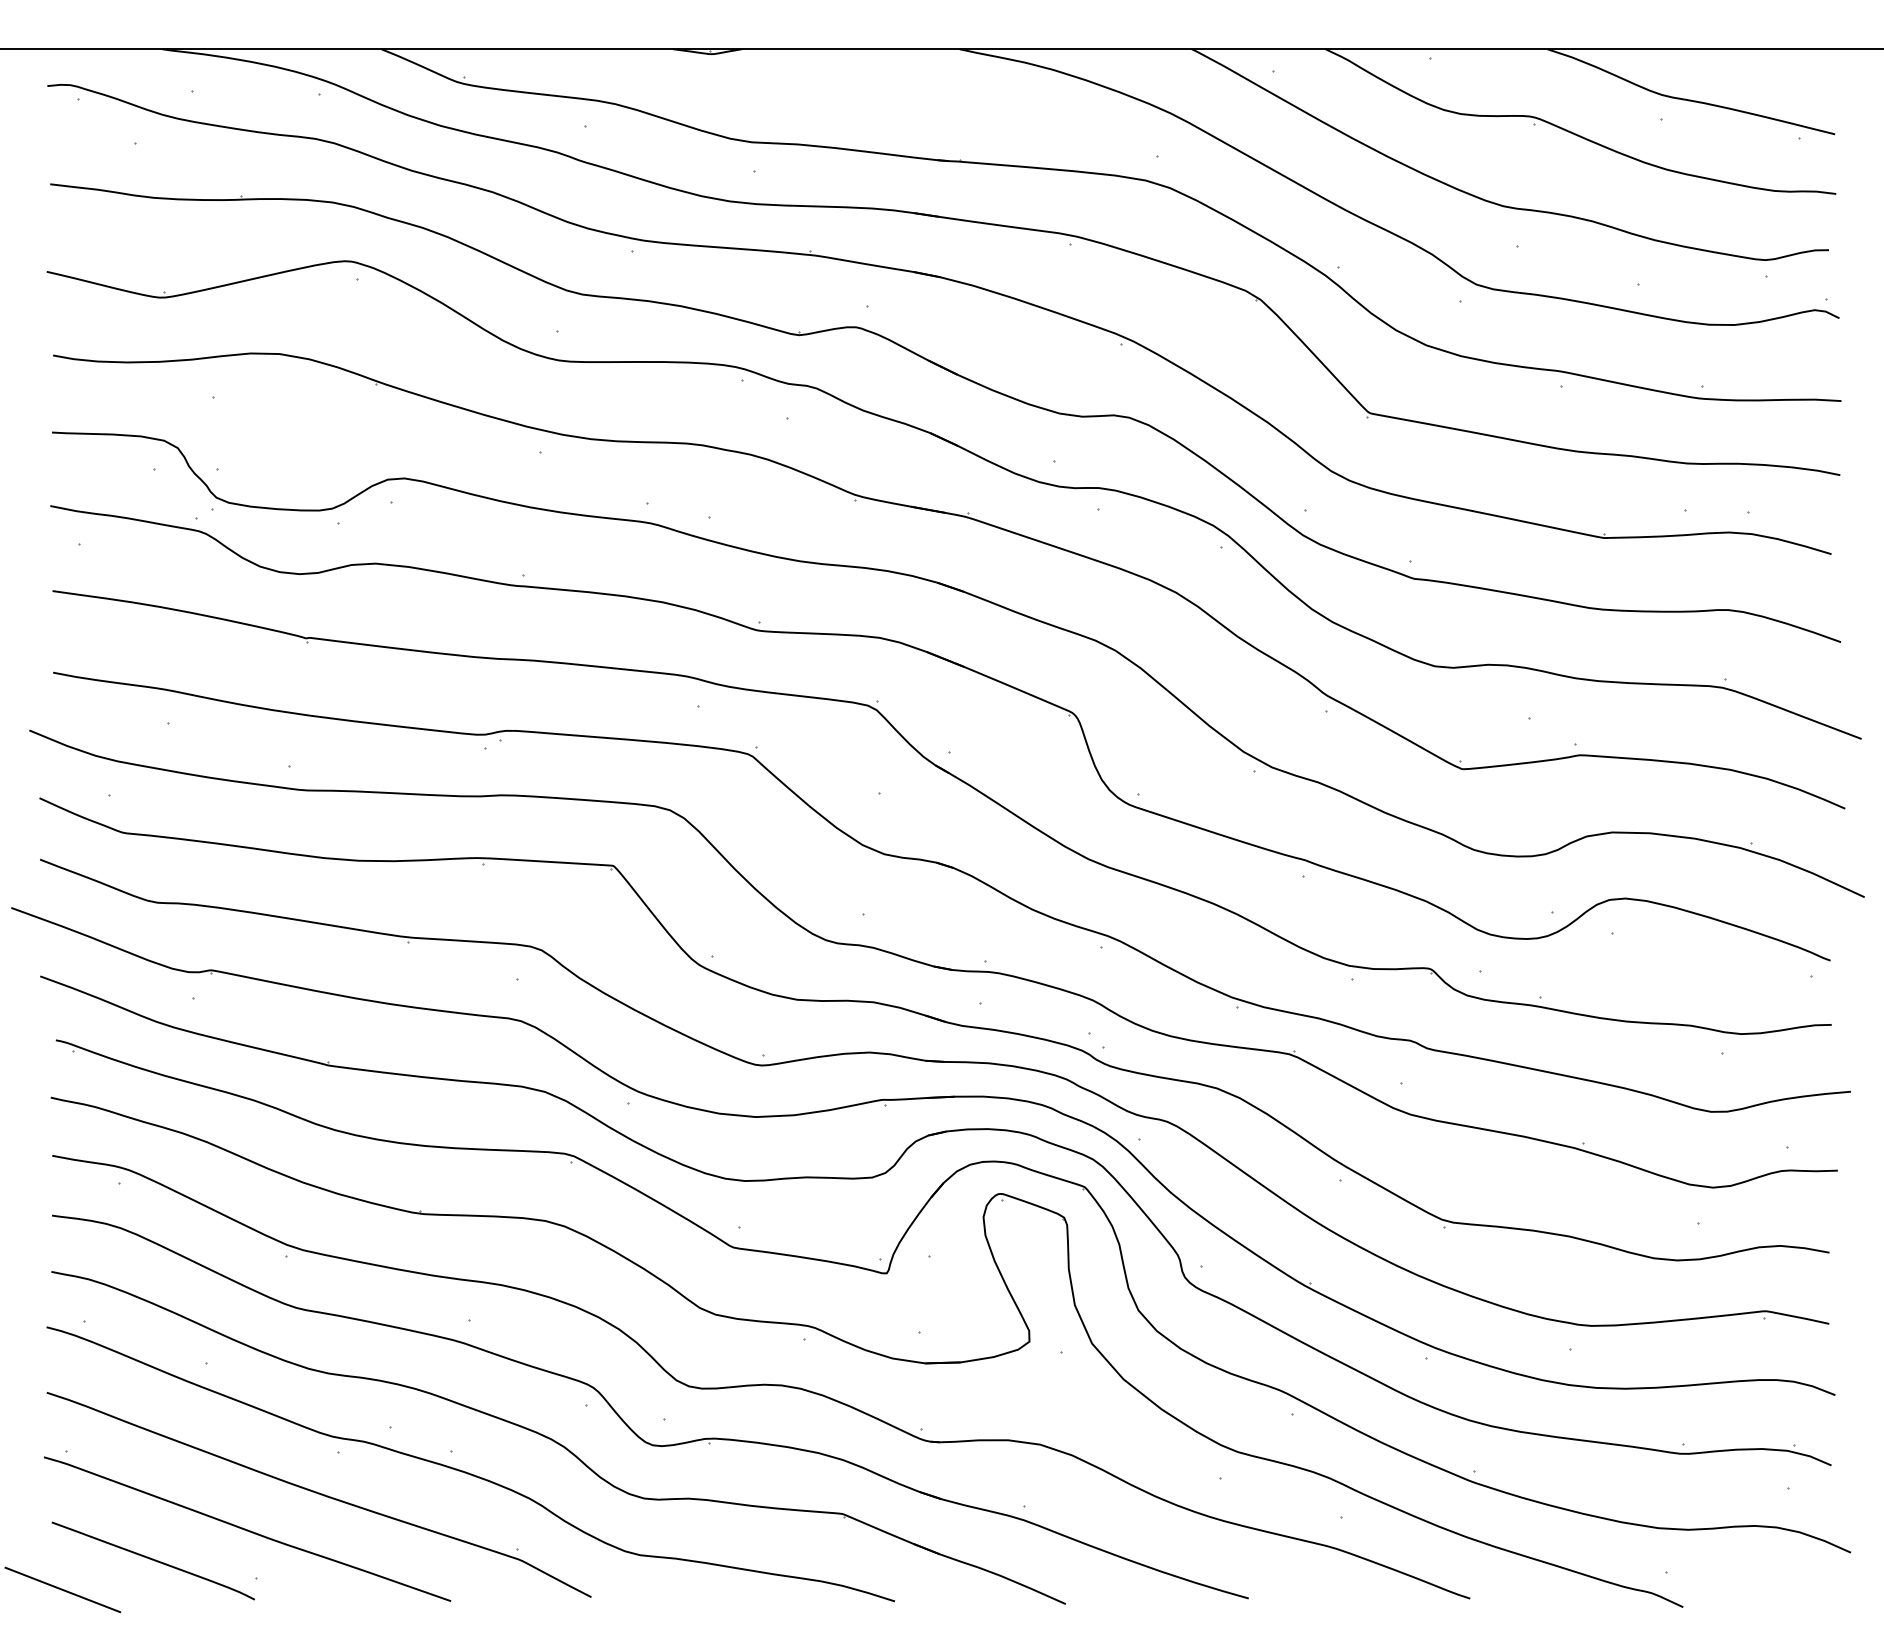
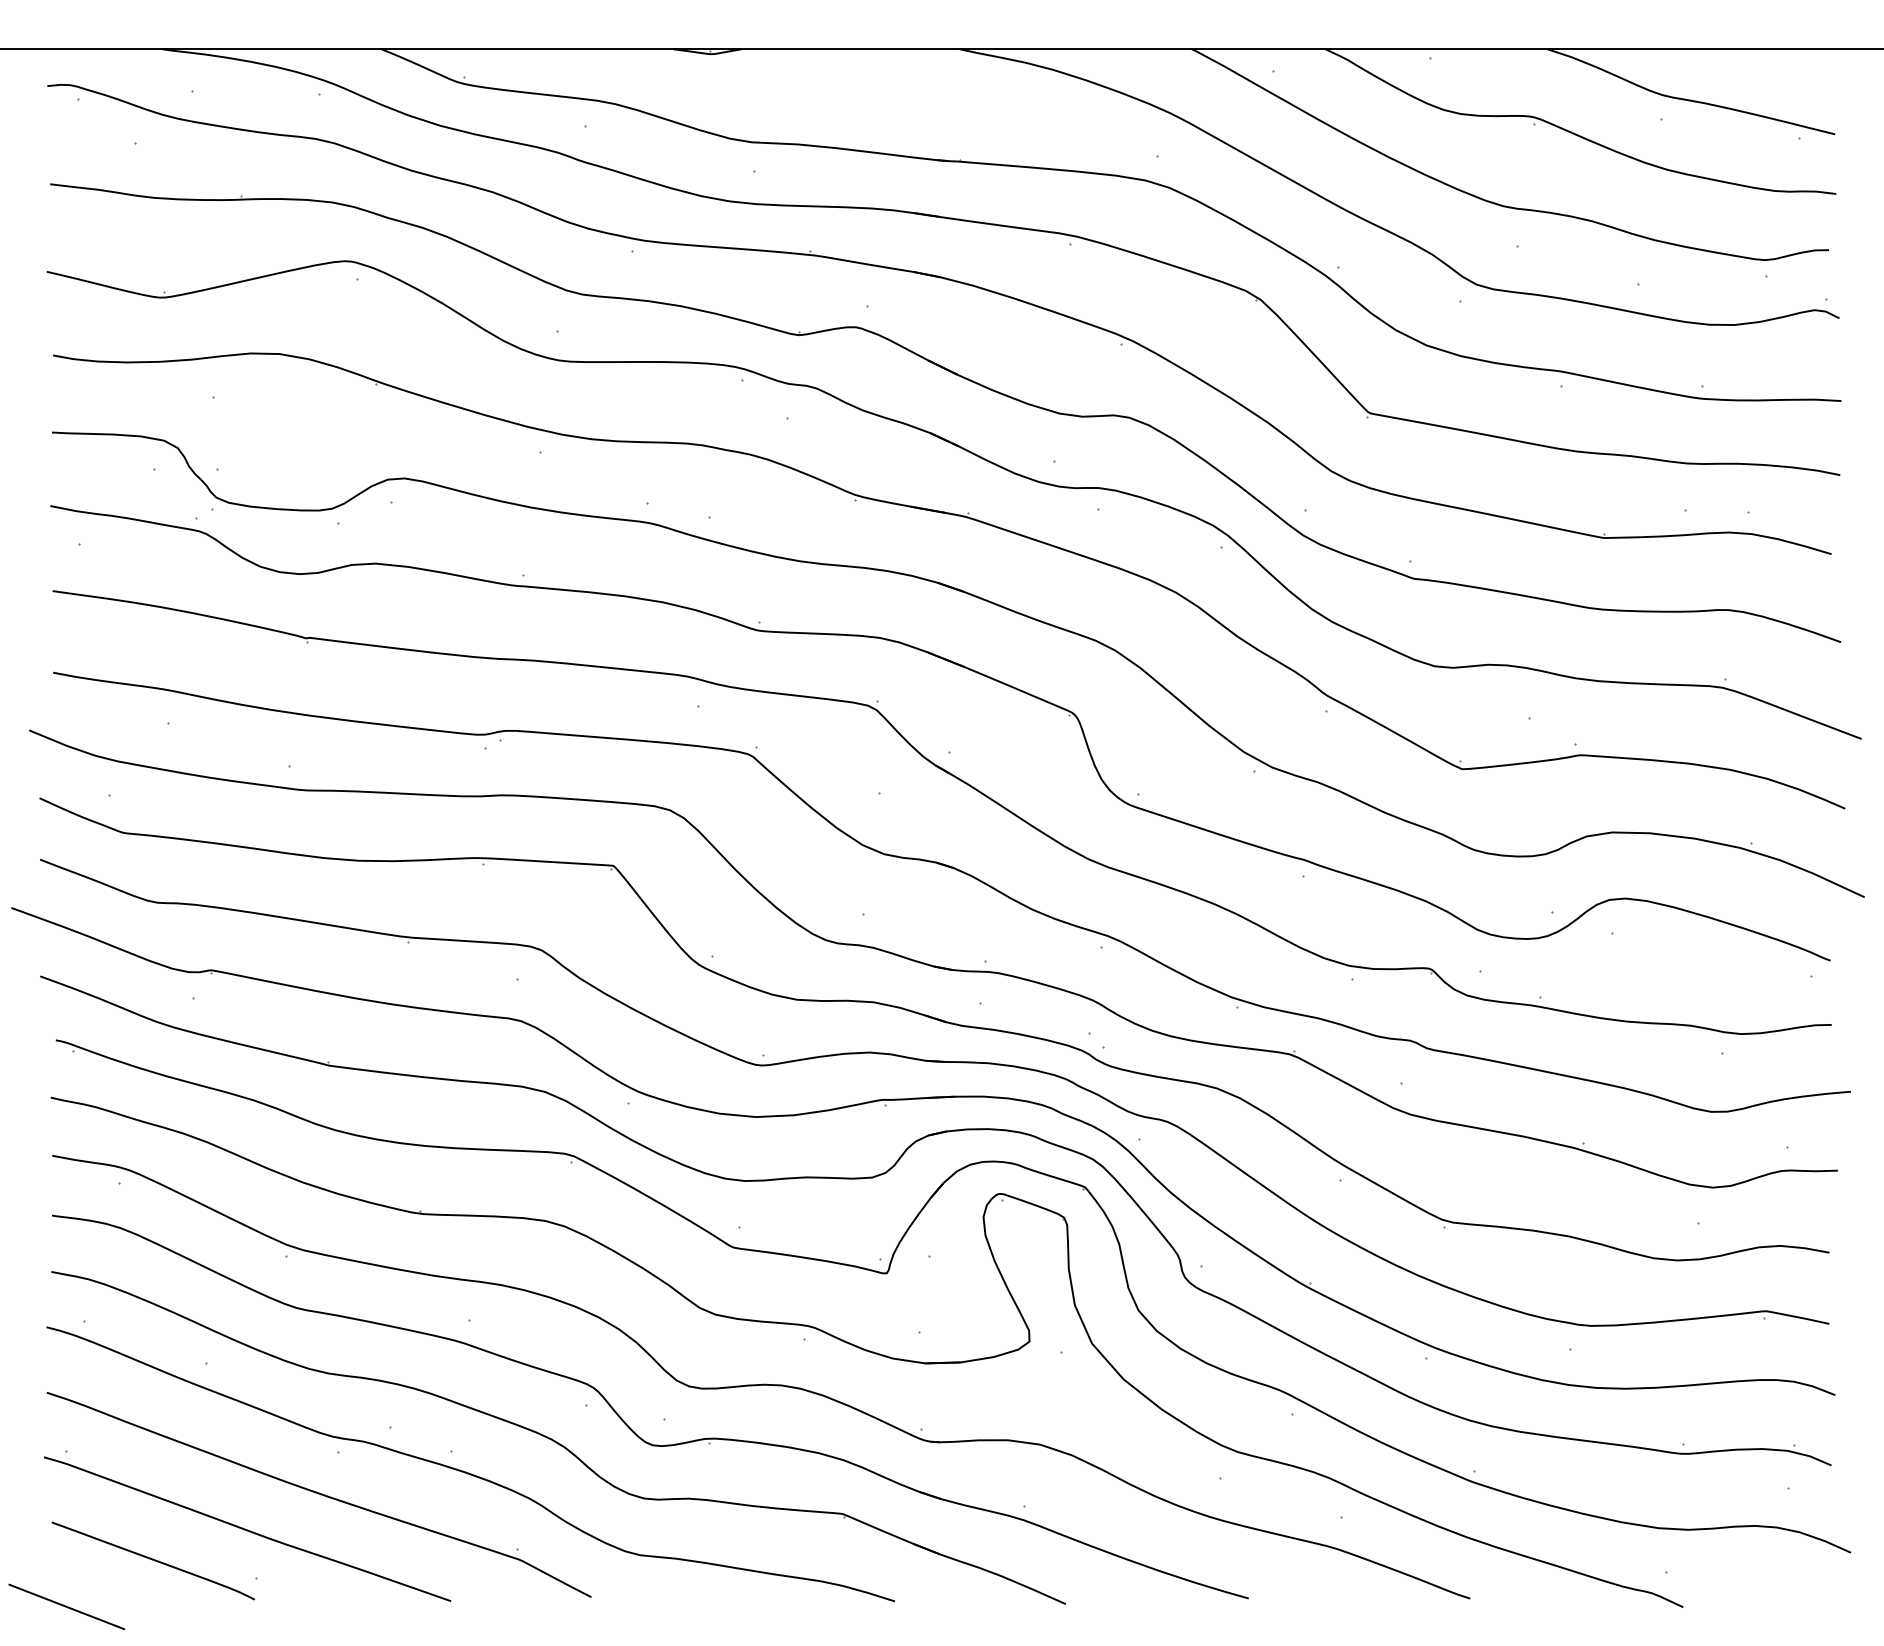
line at (62, 1589) position: (62, 1589) -> (66, 1606)
